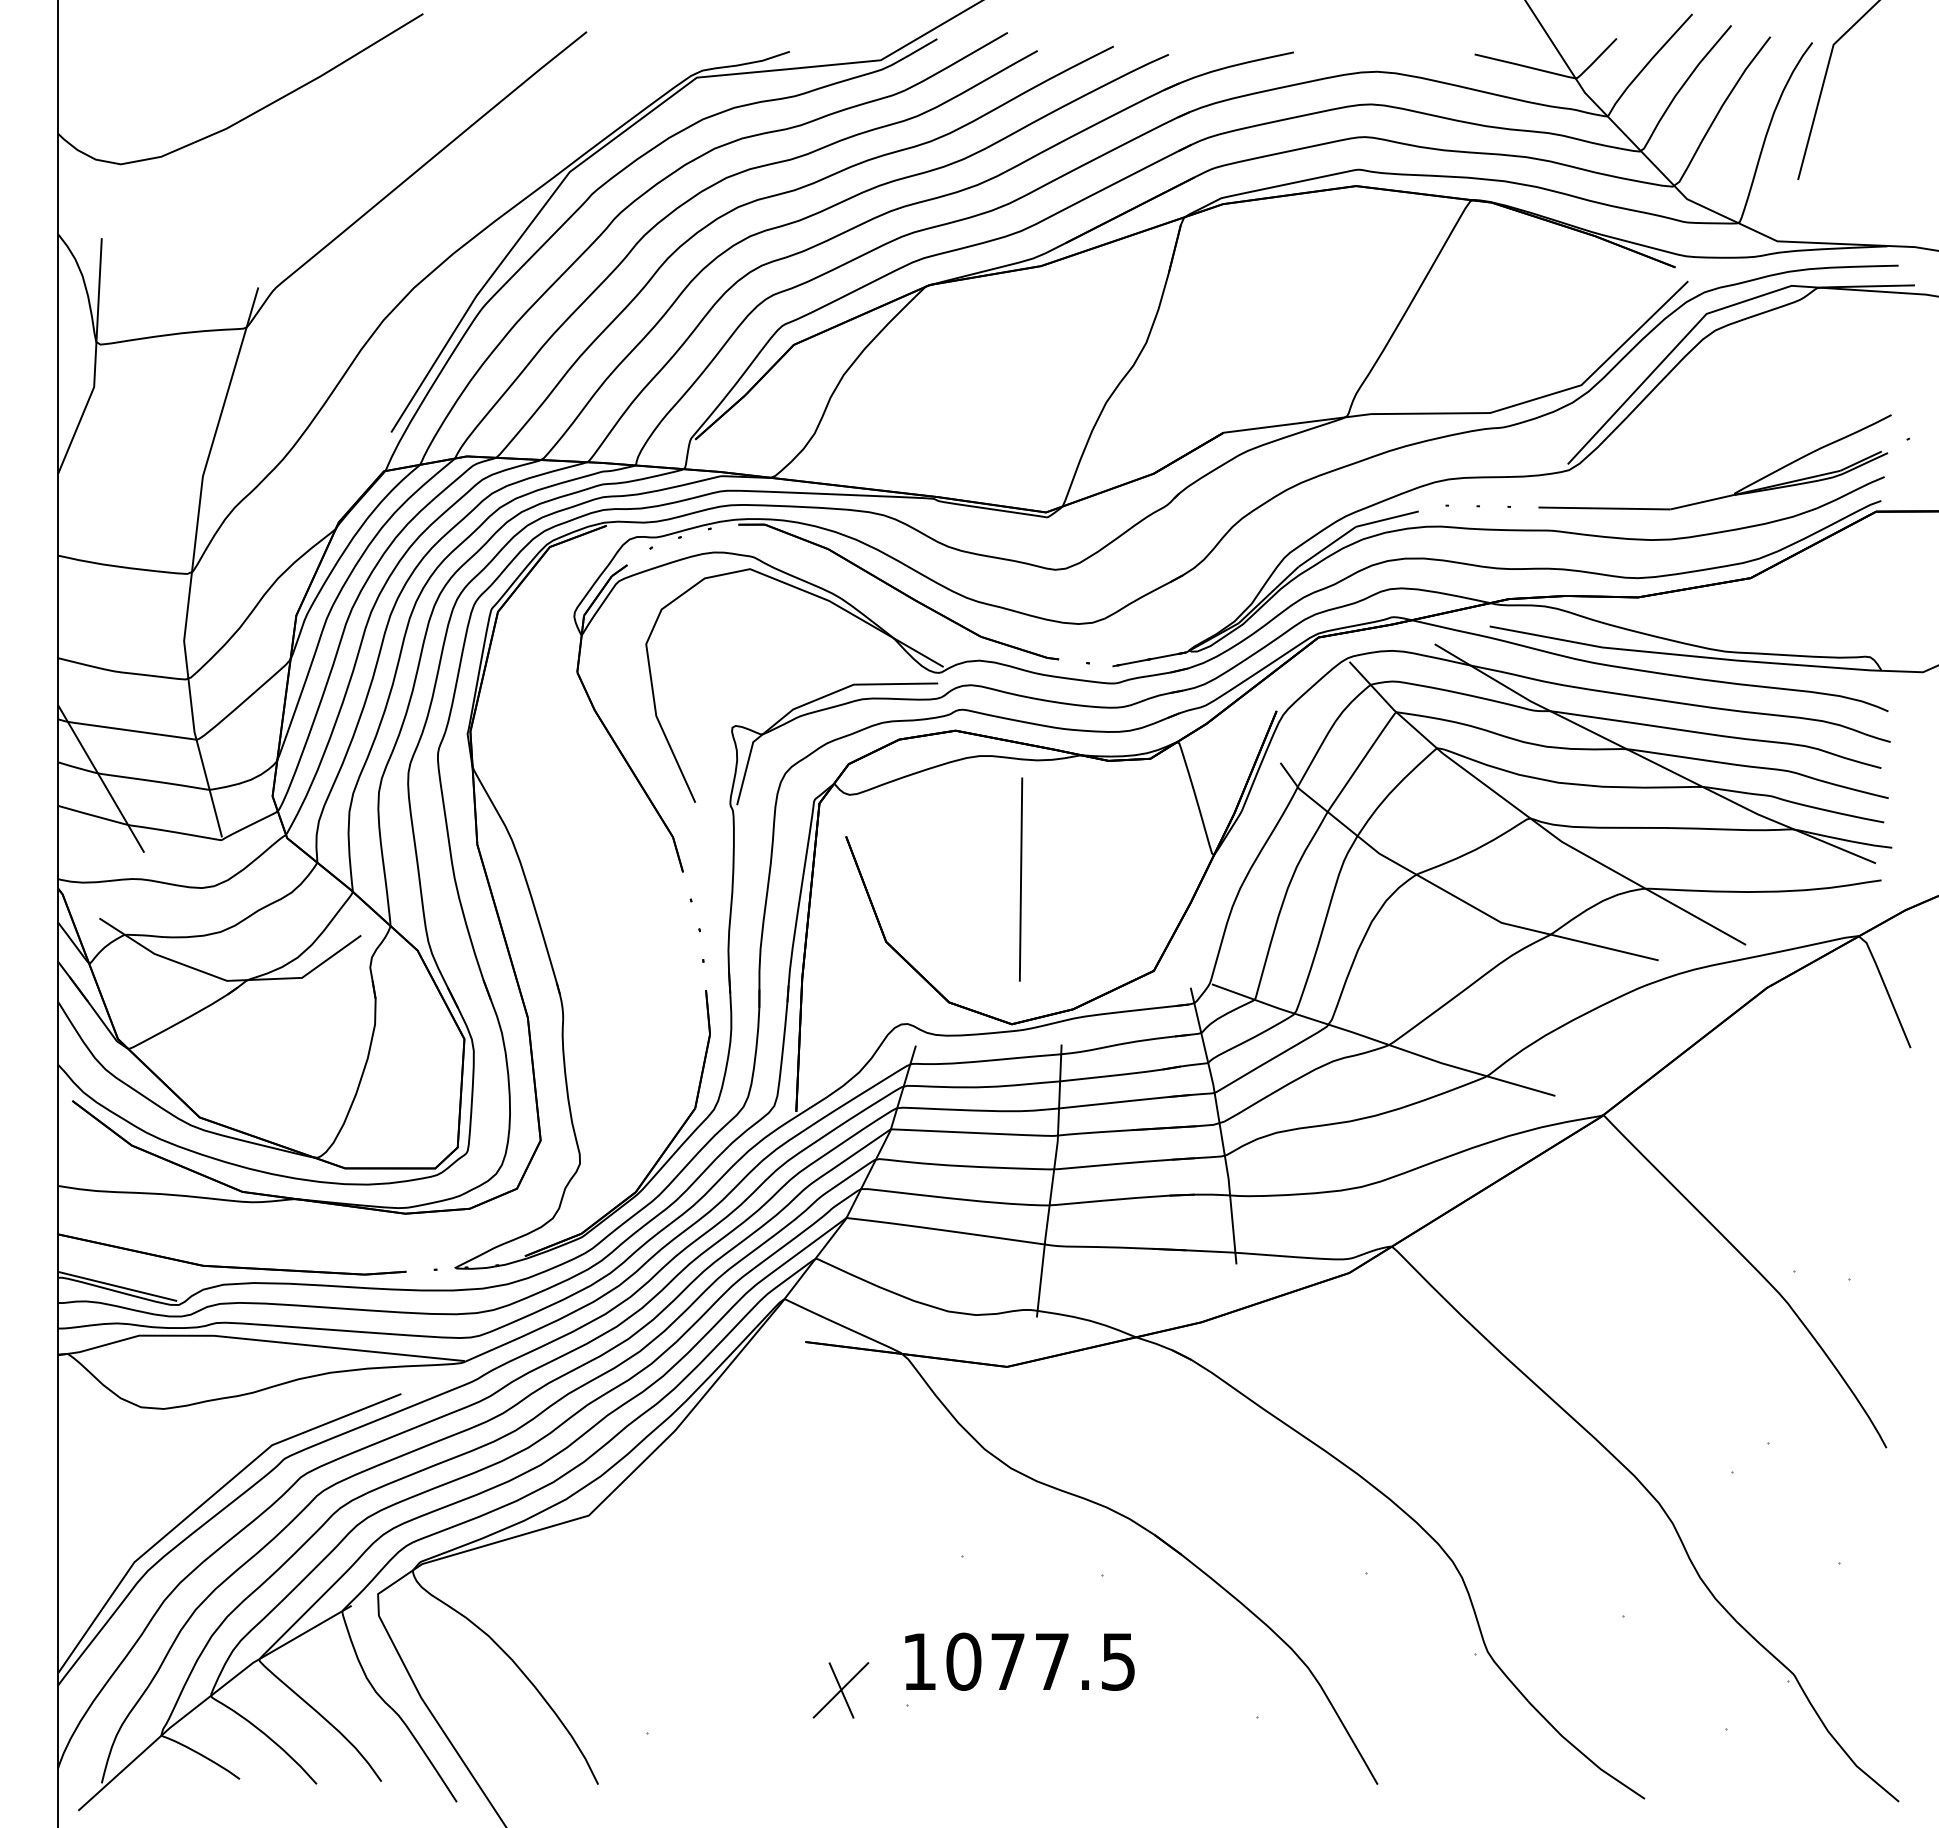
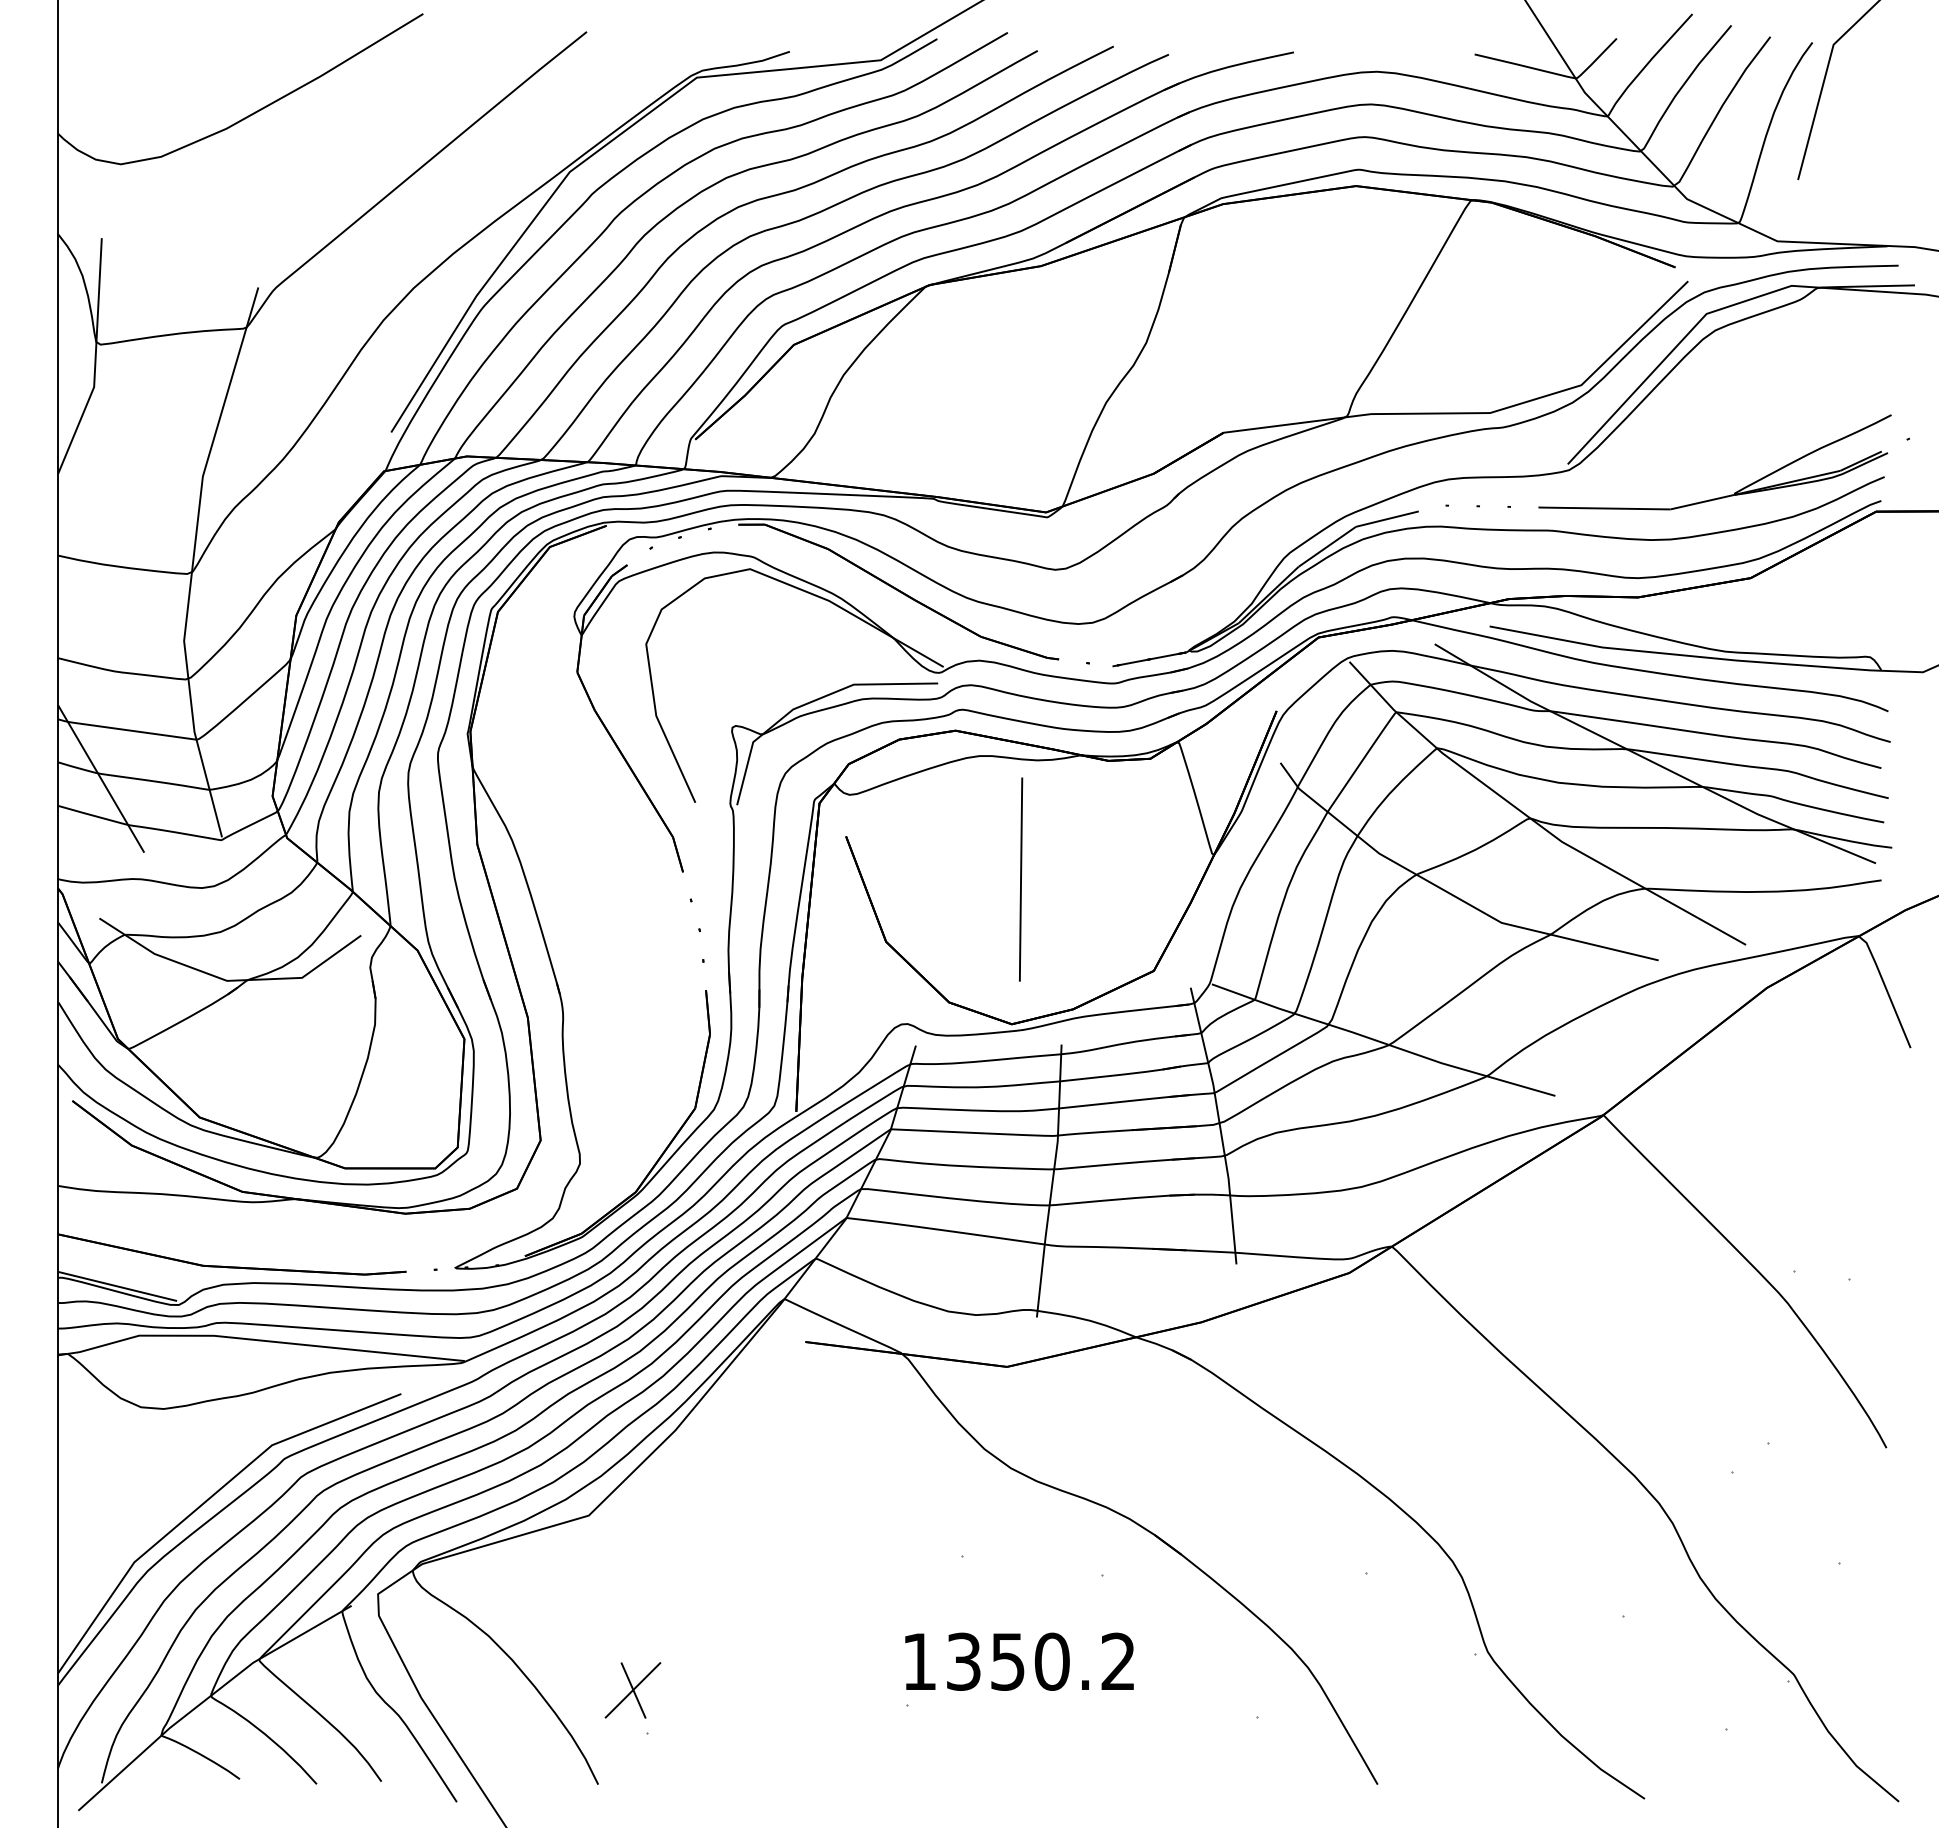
text at (1040, 1661): 1077.5 -> 1350.2
part at (840, 1690) position: (840, 1690) -> (632, 1690)
